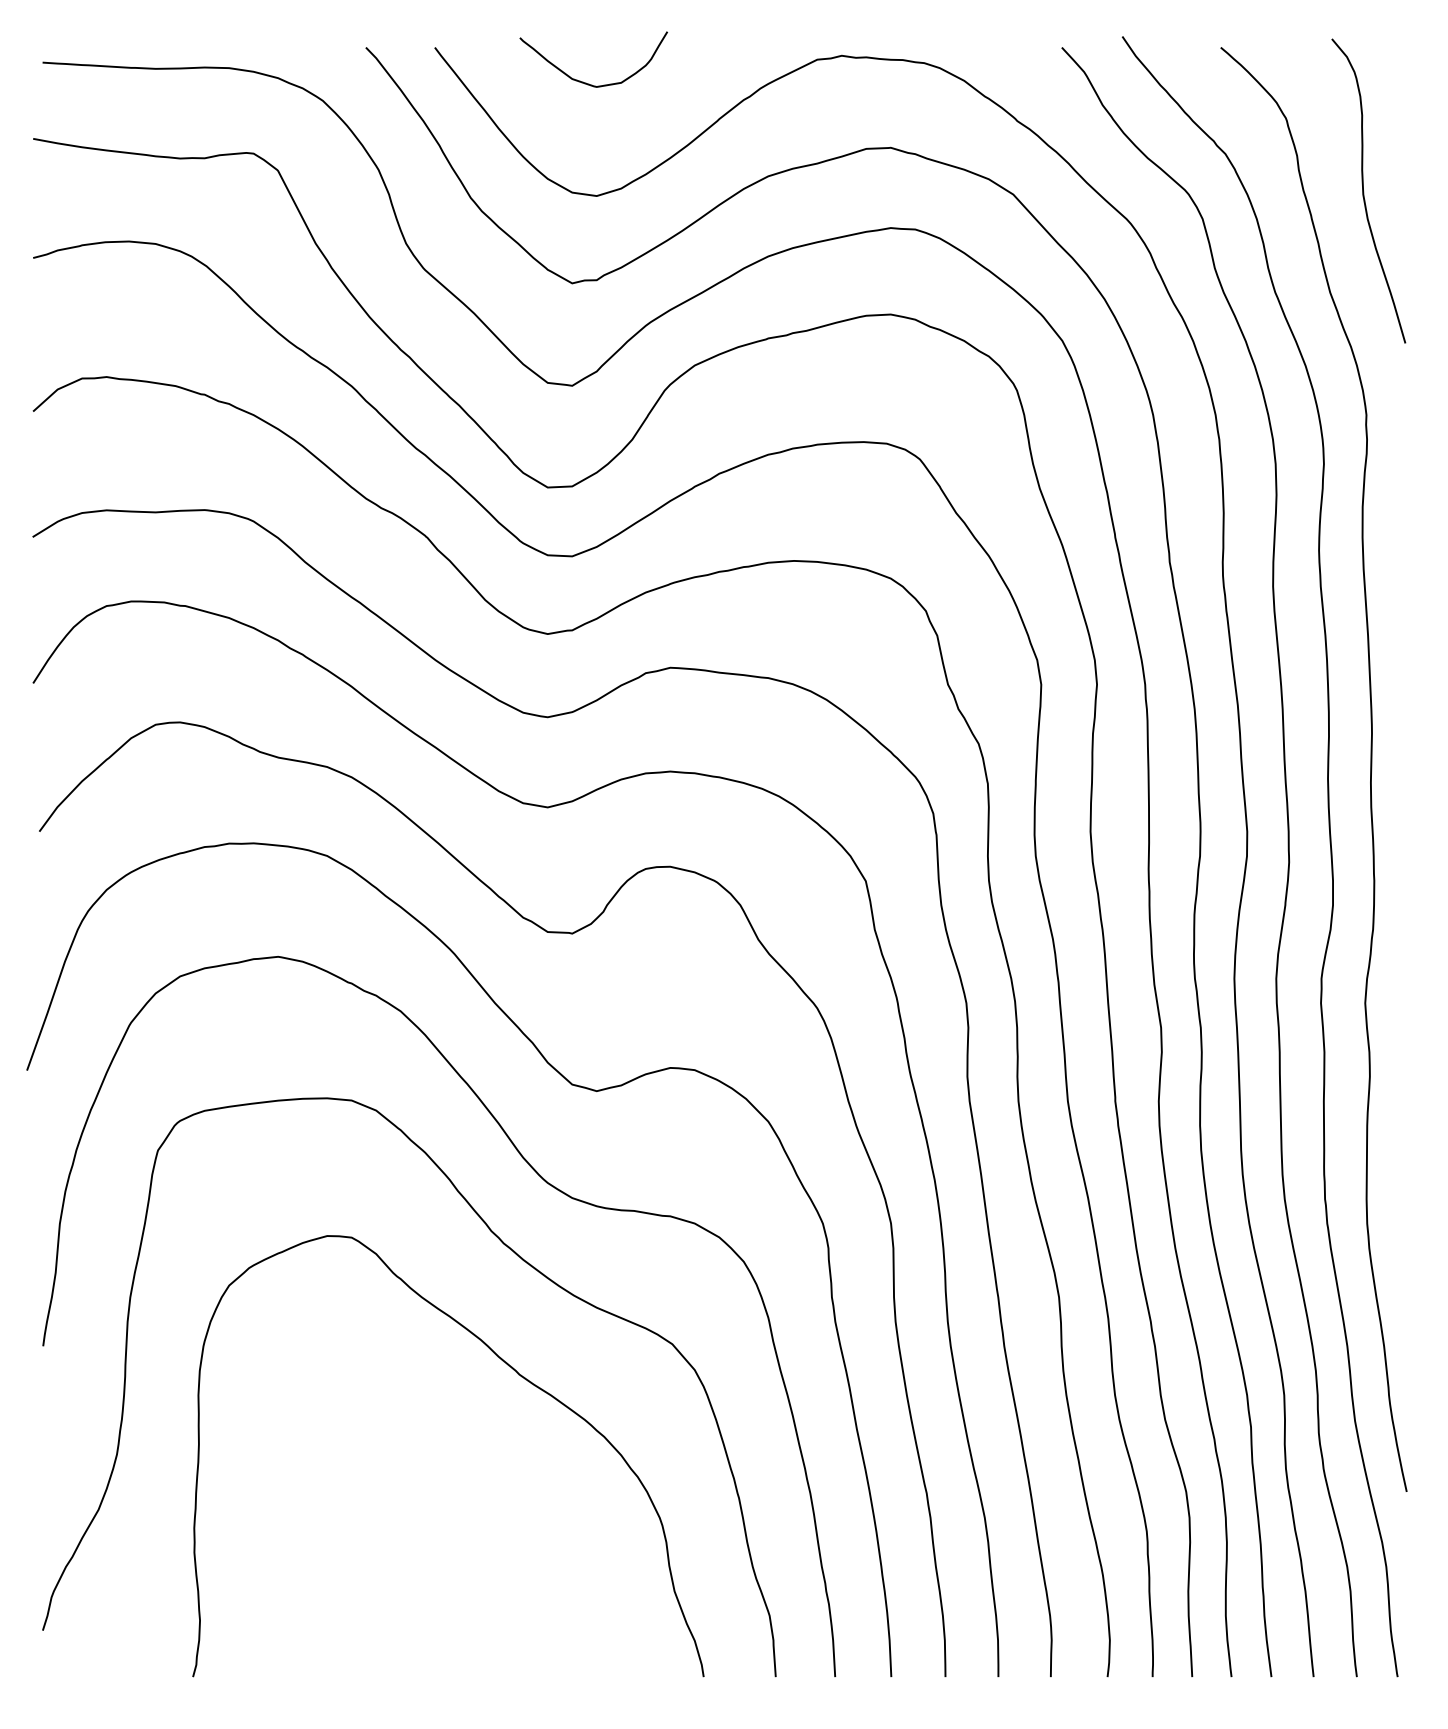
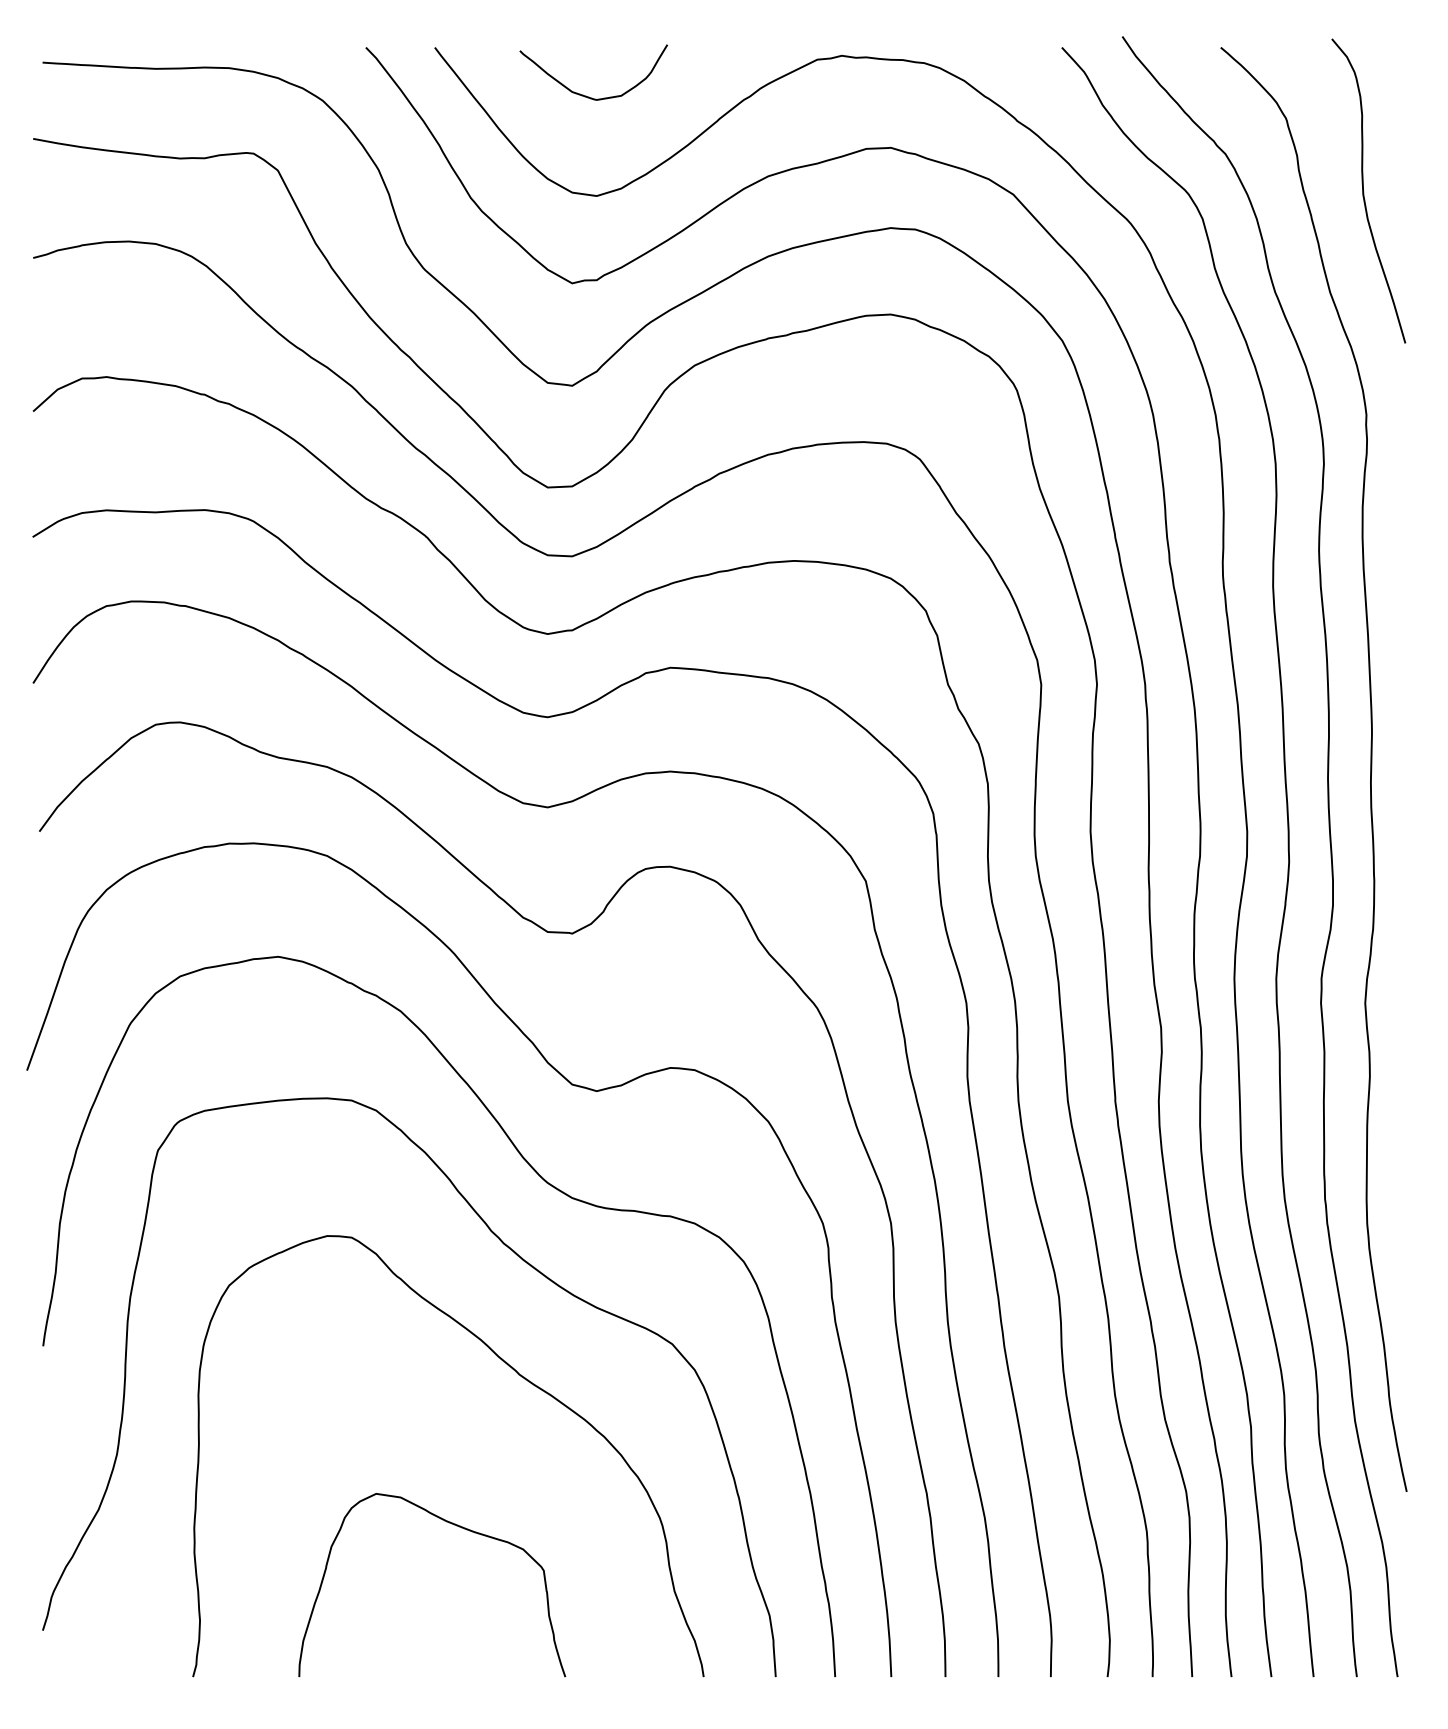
curve at (586, 82) position: (586, 82) -> (586, 95)
curve at (456, 1526): none -> present
